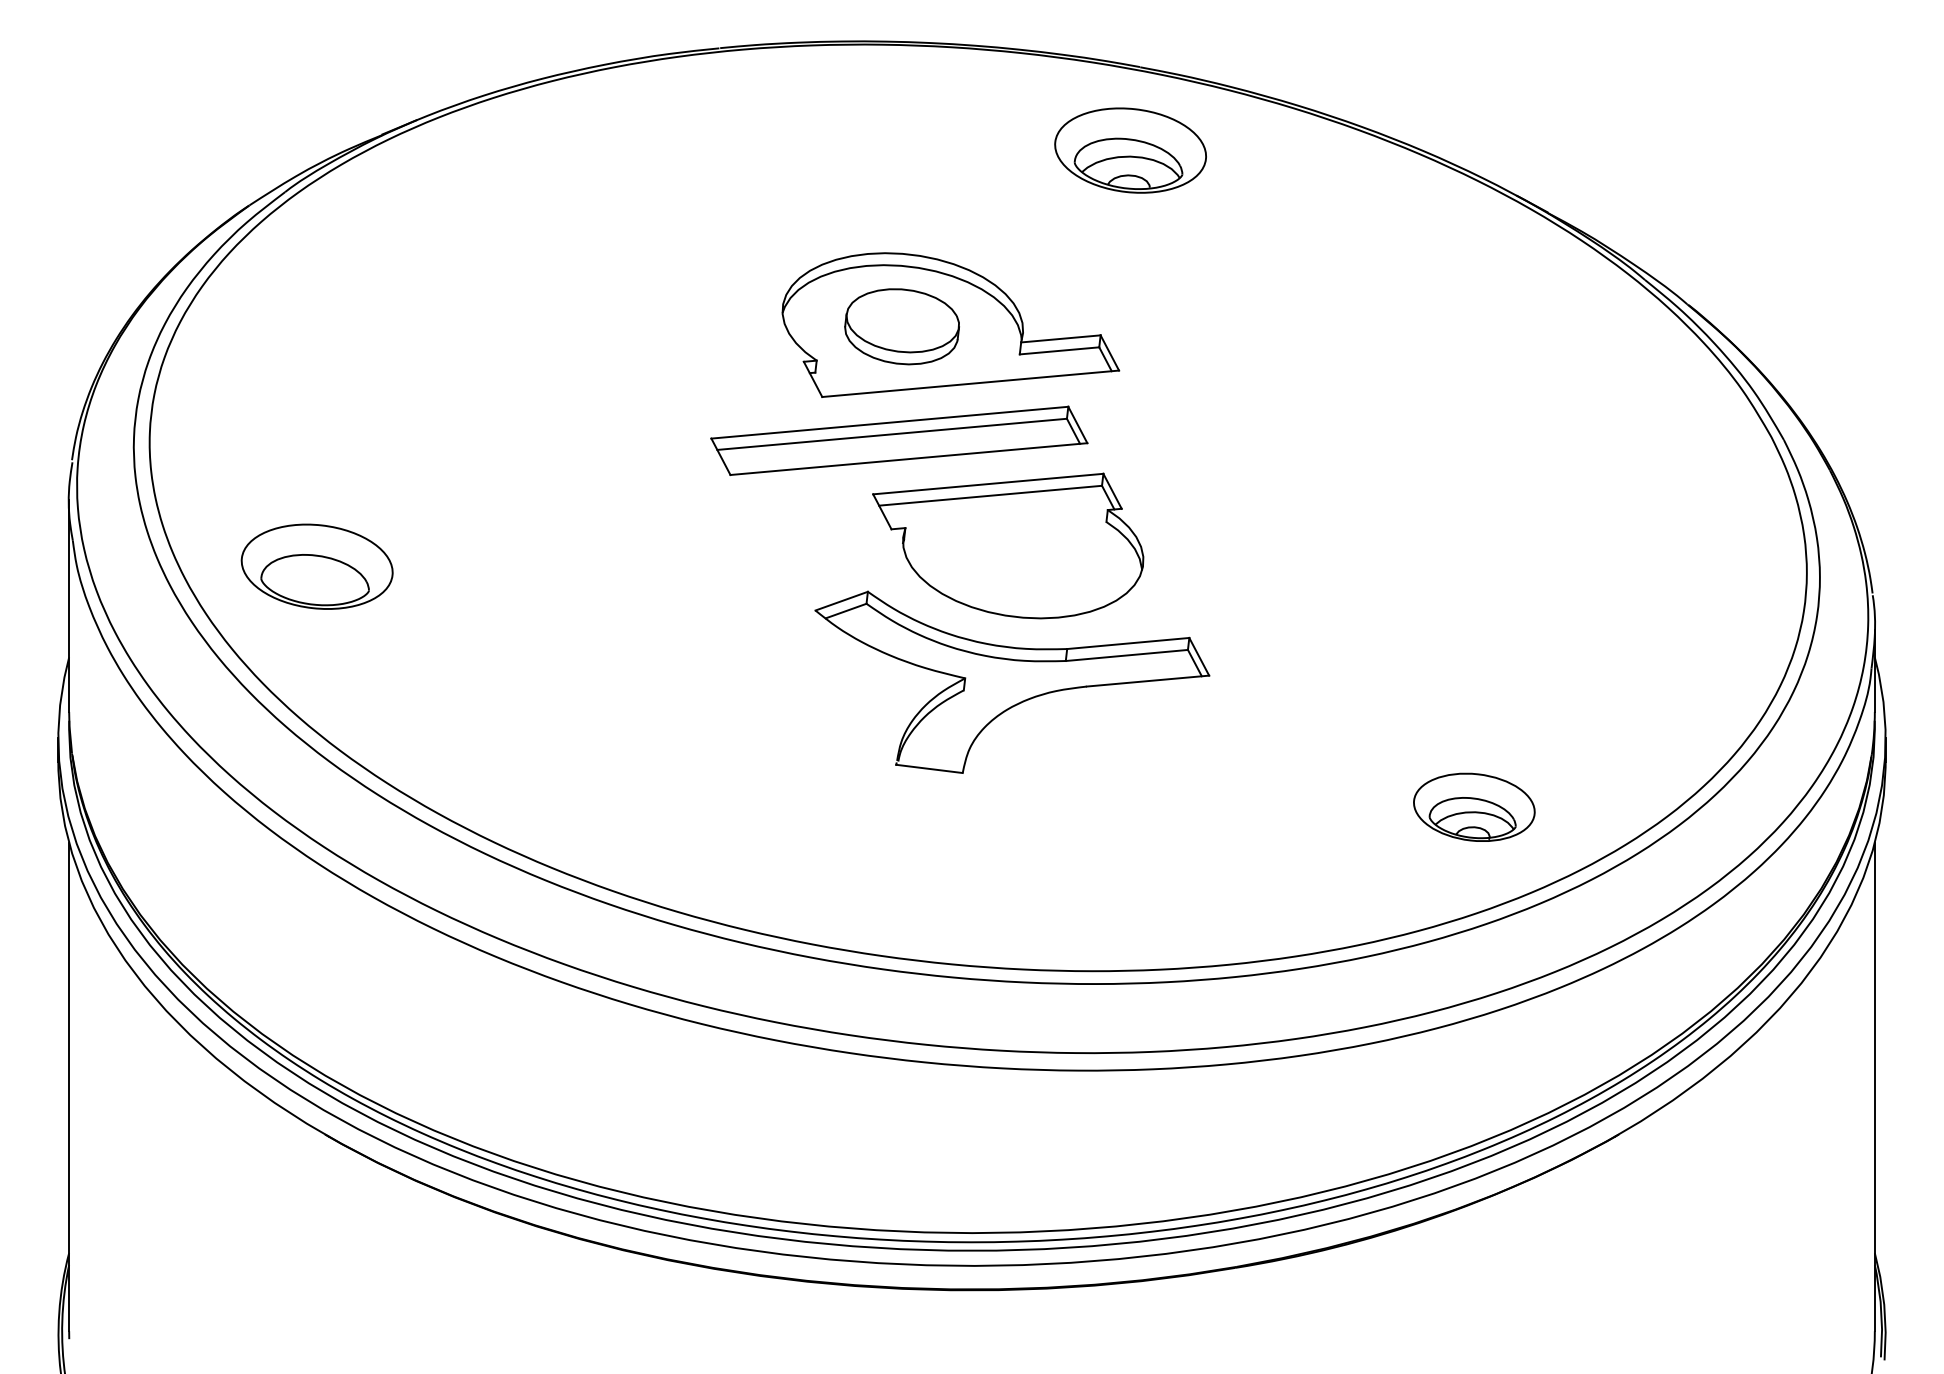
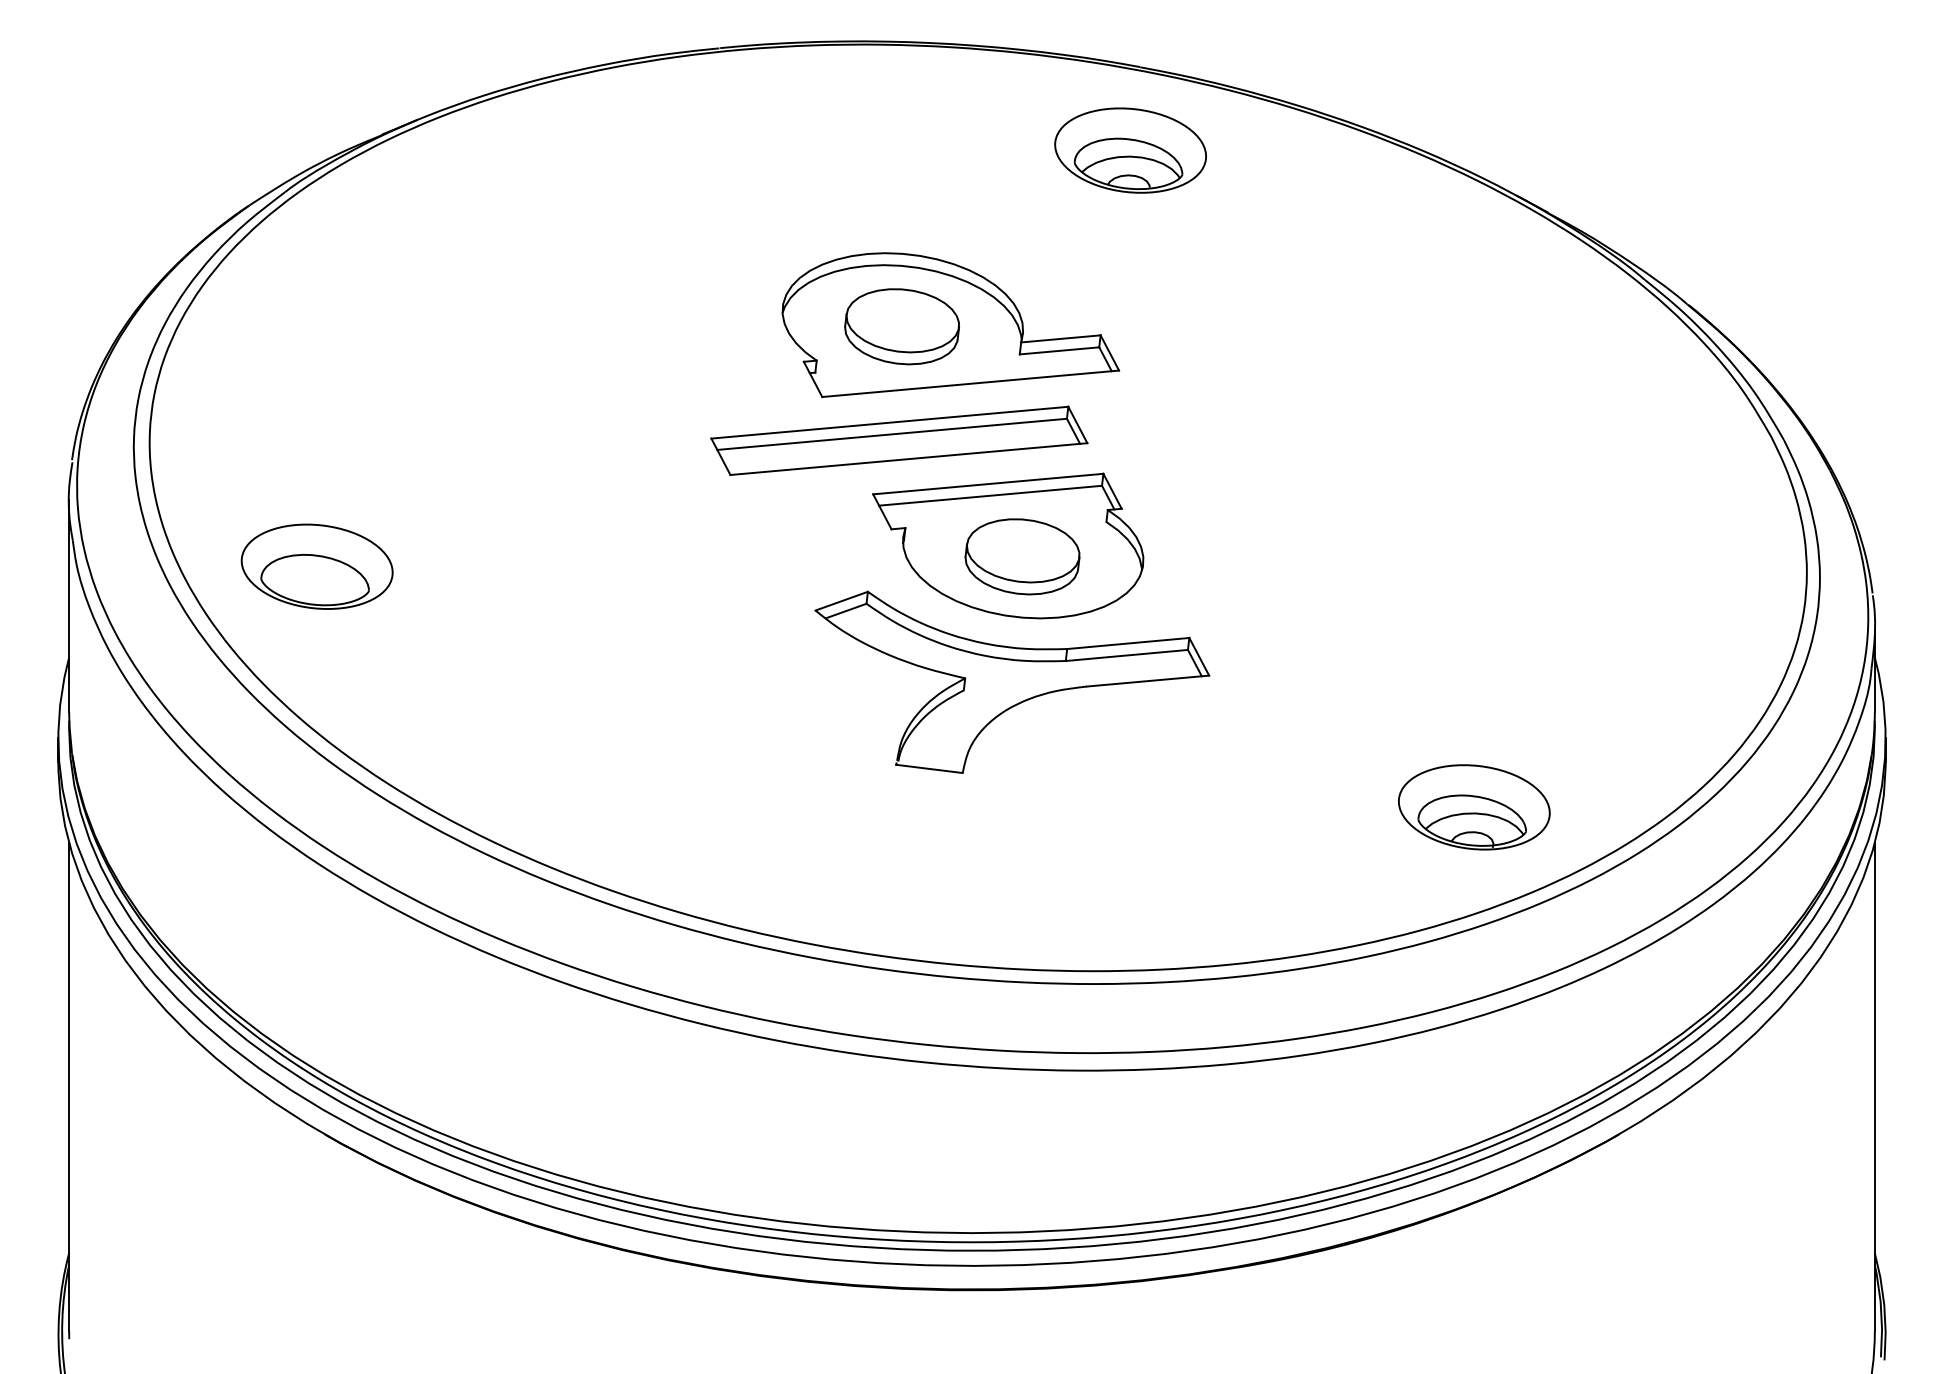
part at (1022, 556): none -> present
part at (1474, 806) size: 123x70 px -> 153x87 px
